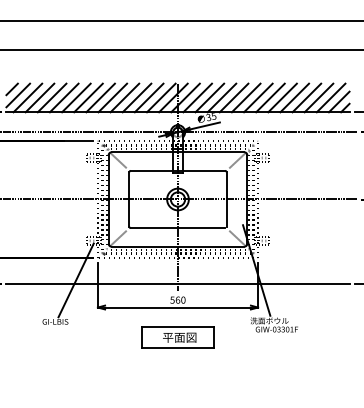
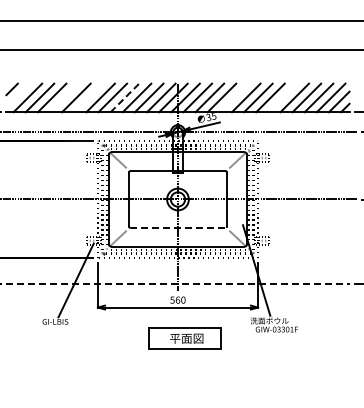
line at (18, 95): present -> none
line at (63, 97): present -> none
line at (88, 97): present -> none
line at (125, 97): solid -> dashed
line at (233, 97): present -> none
line at (282, 97): present -> none
line at (177, 228): solid -> dashed
line at (177, 283): solid -> dashed
part at (177, 337) position: (177, 337) -> (184, 338)
